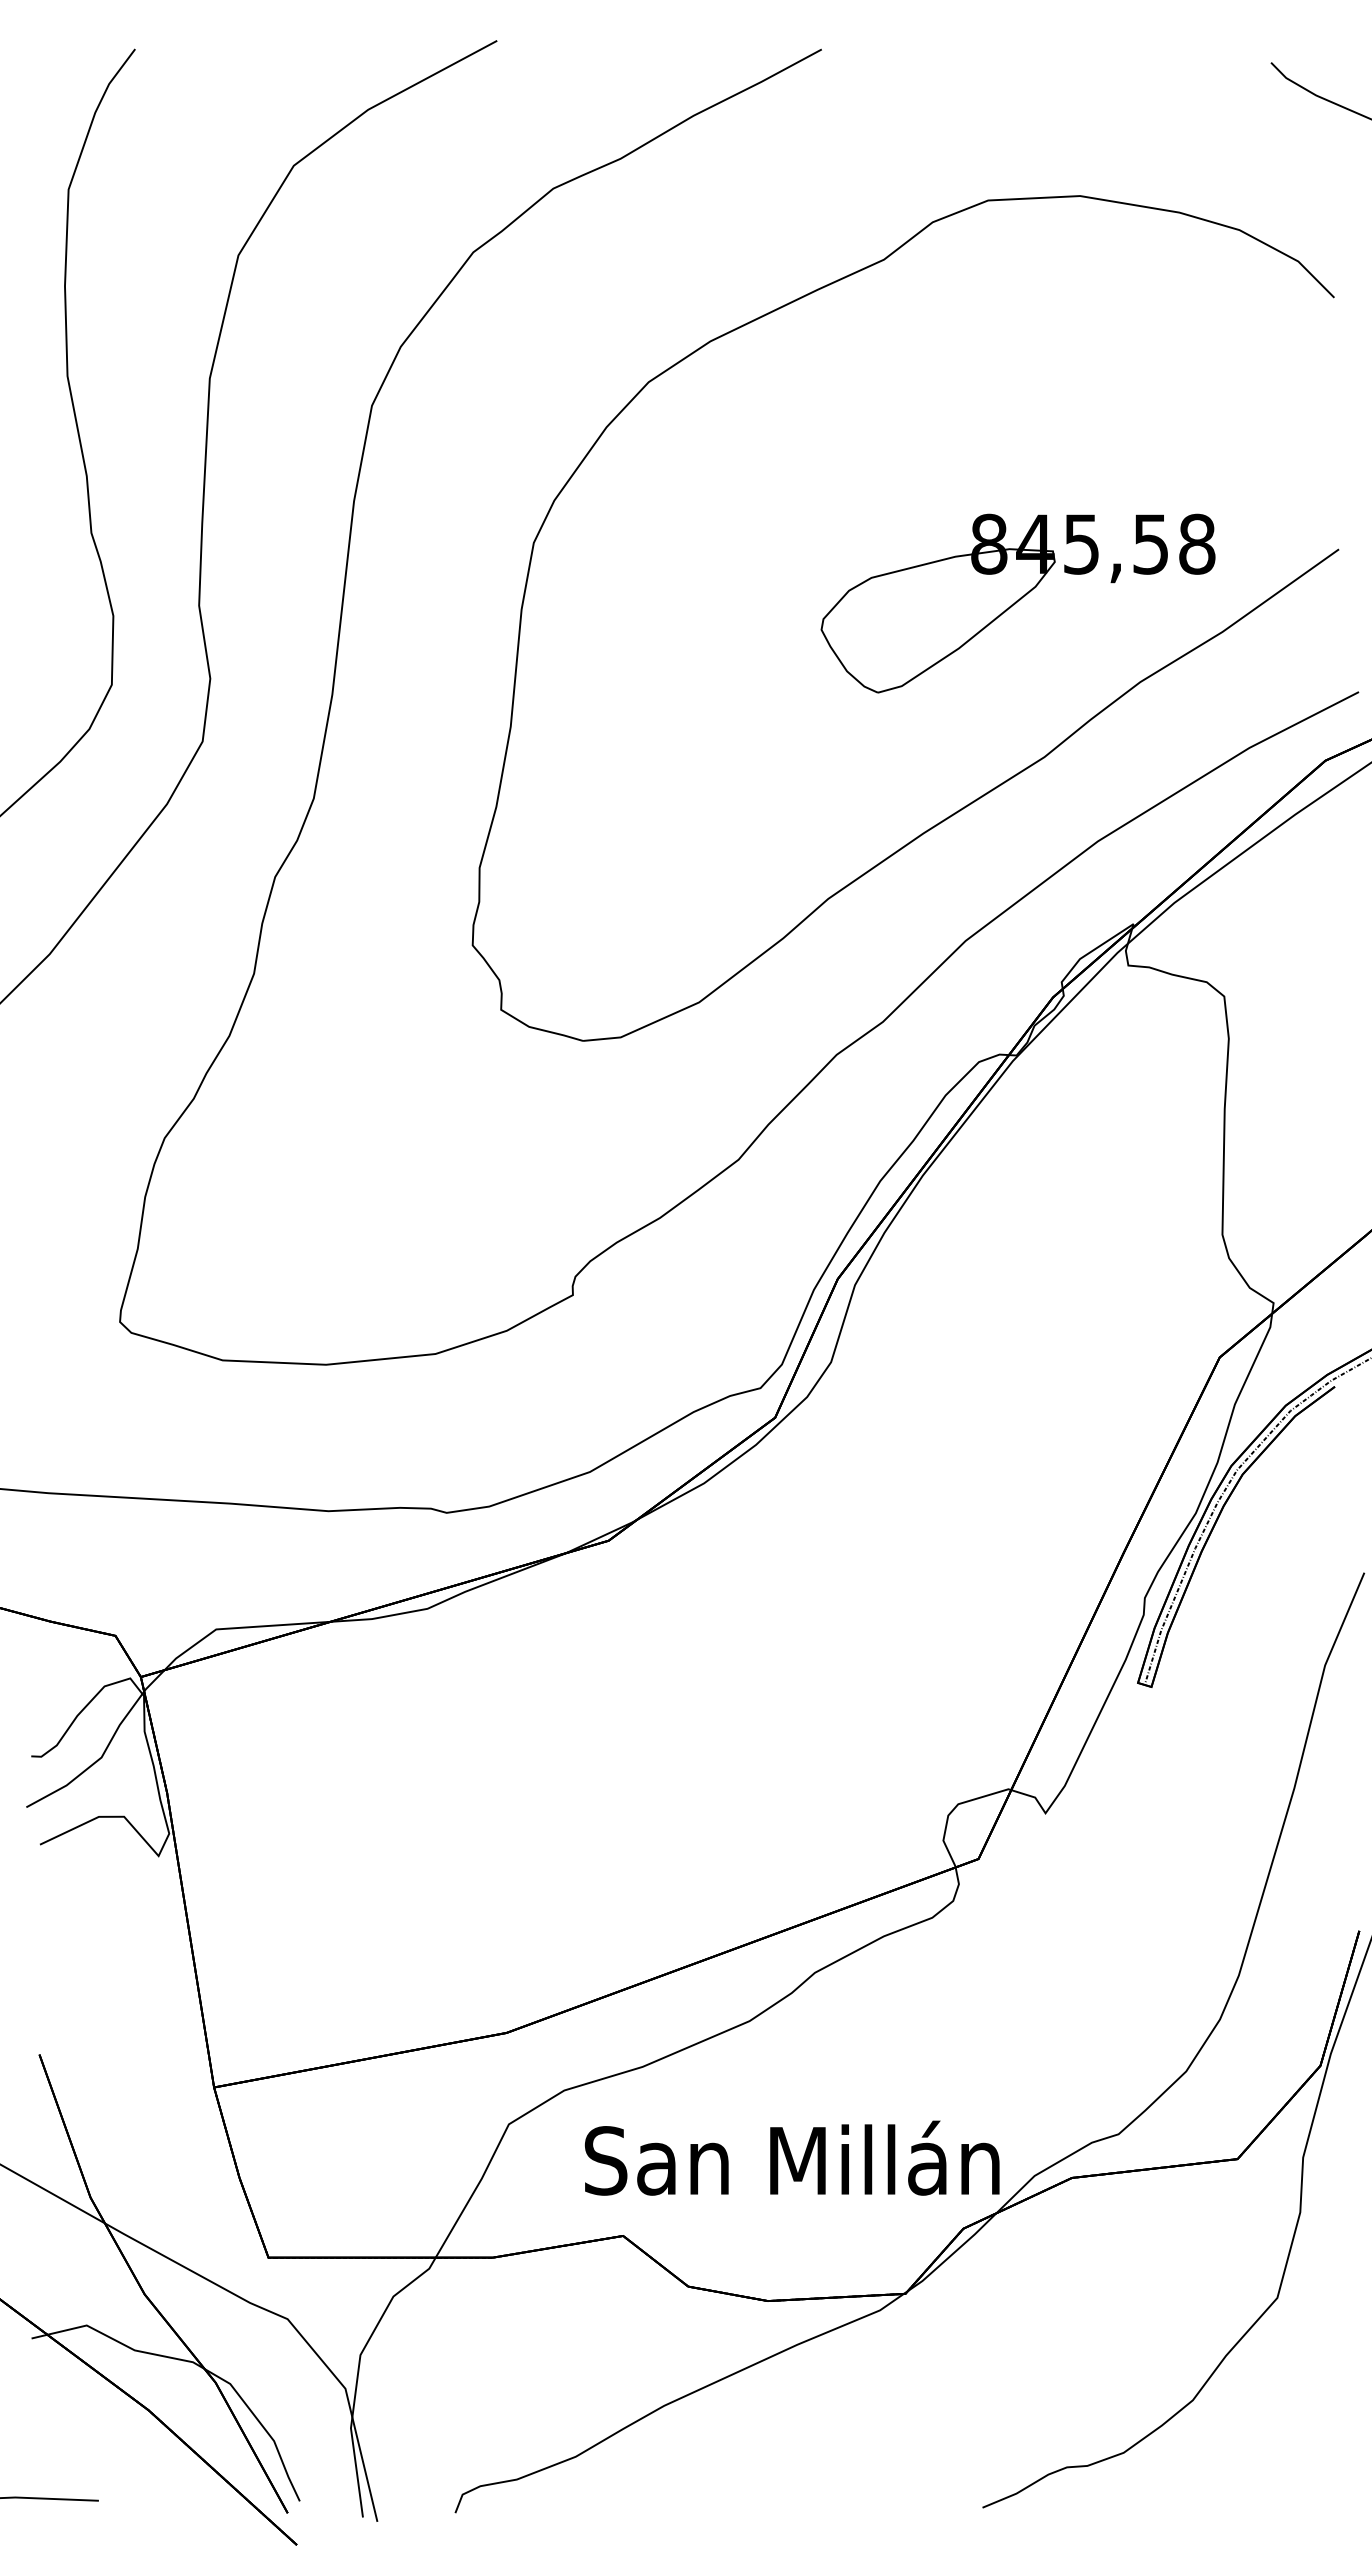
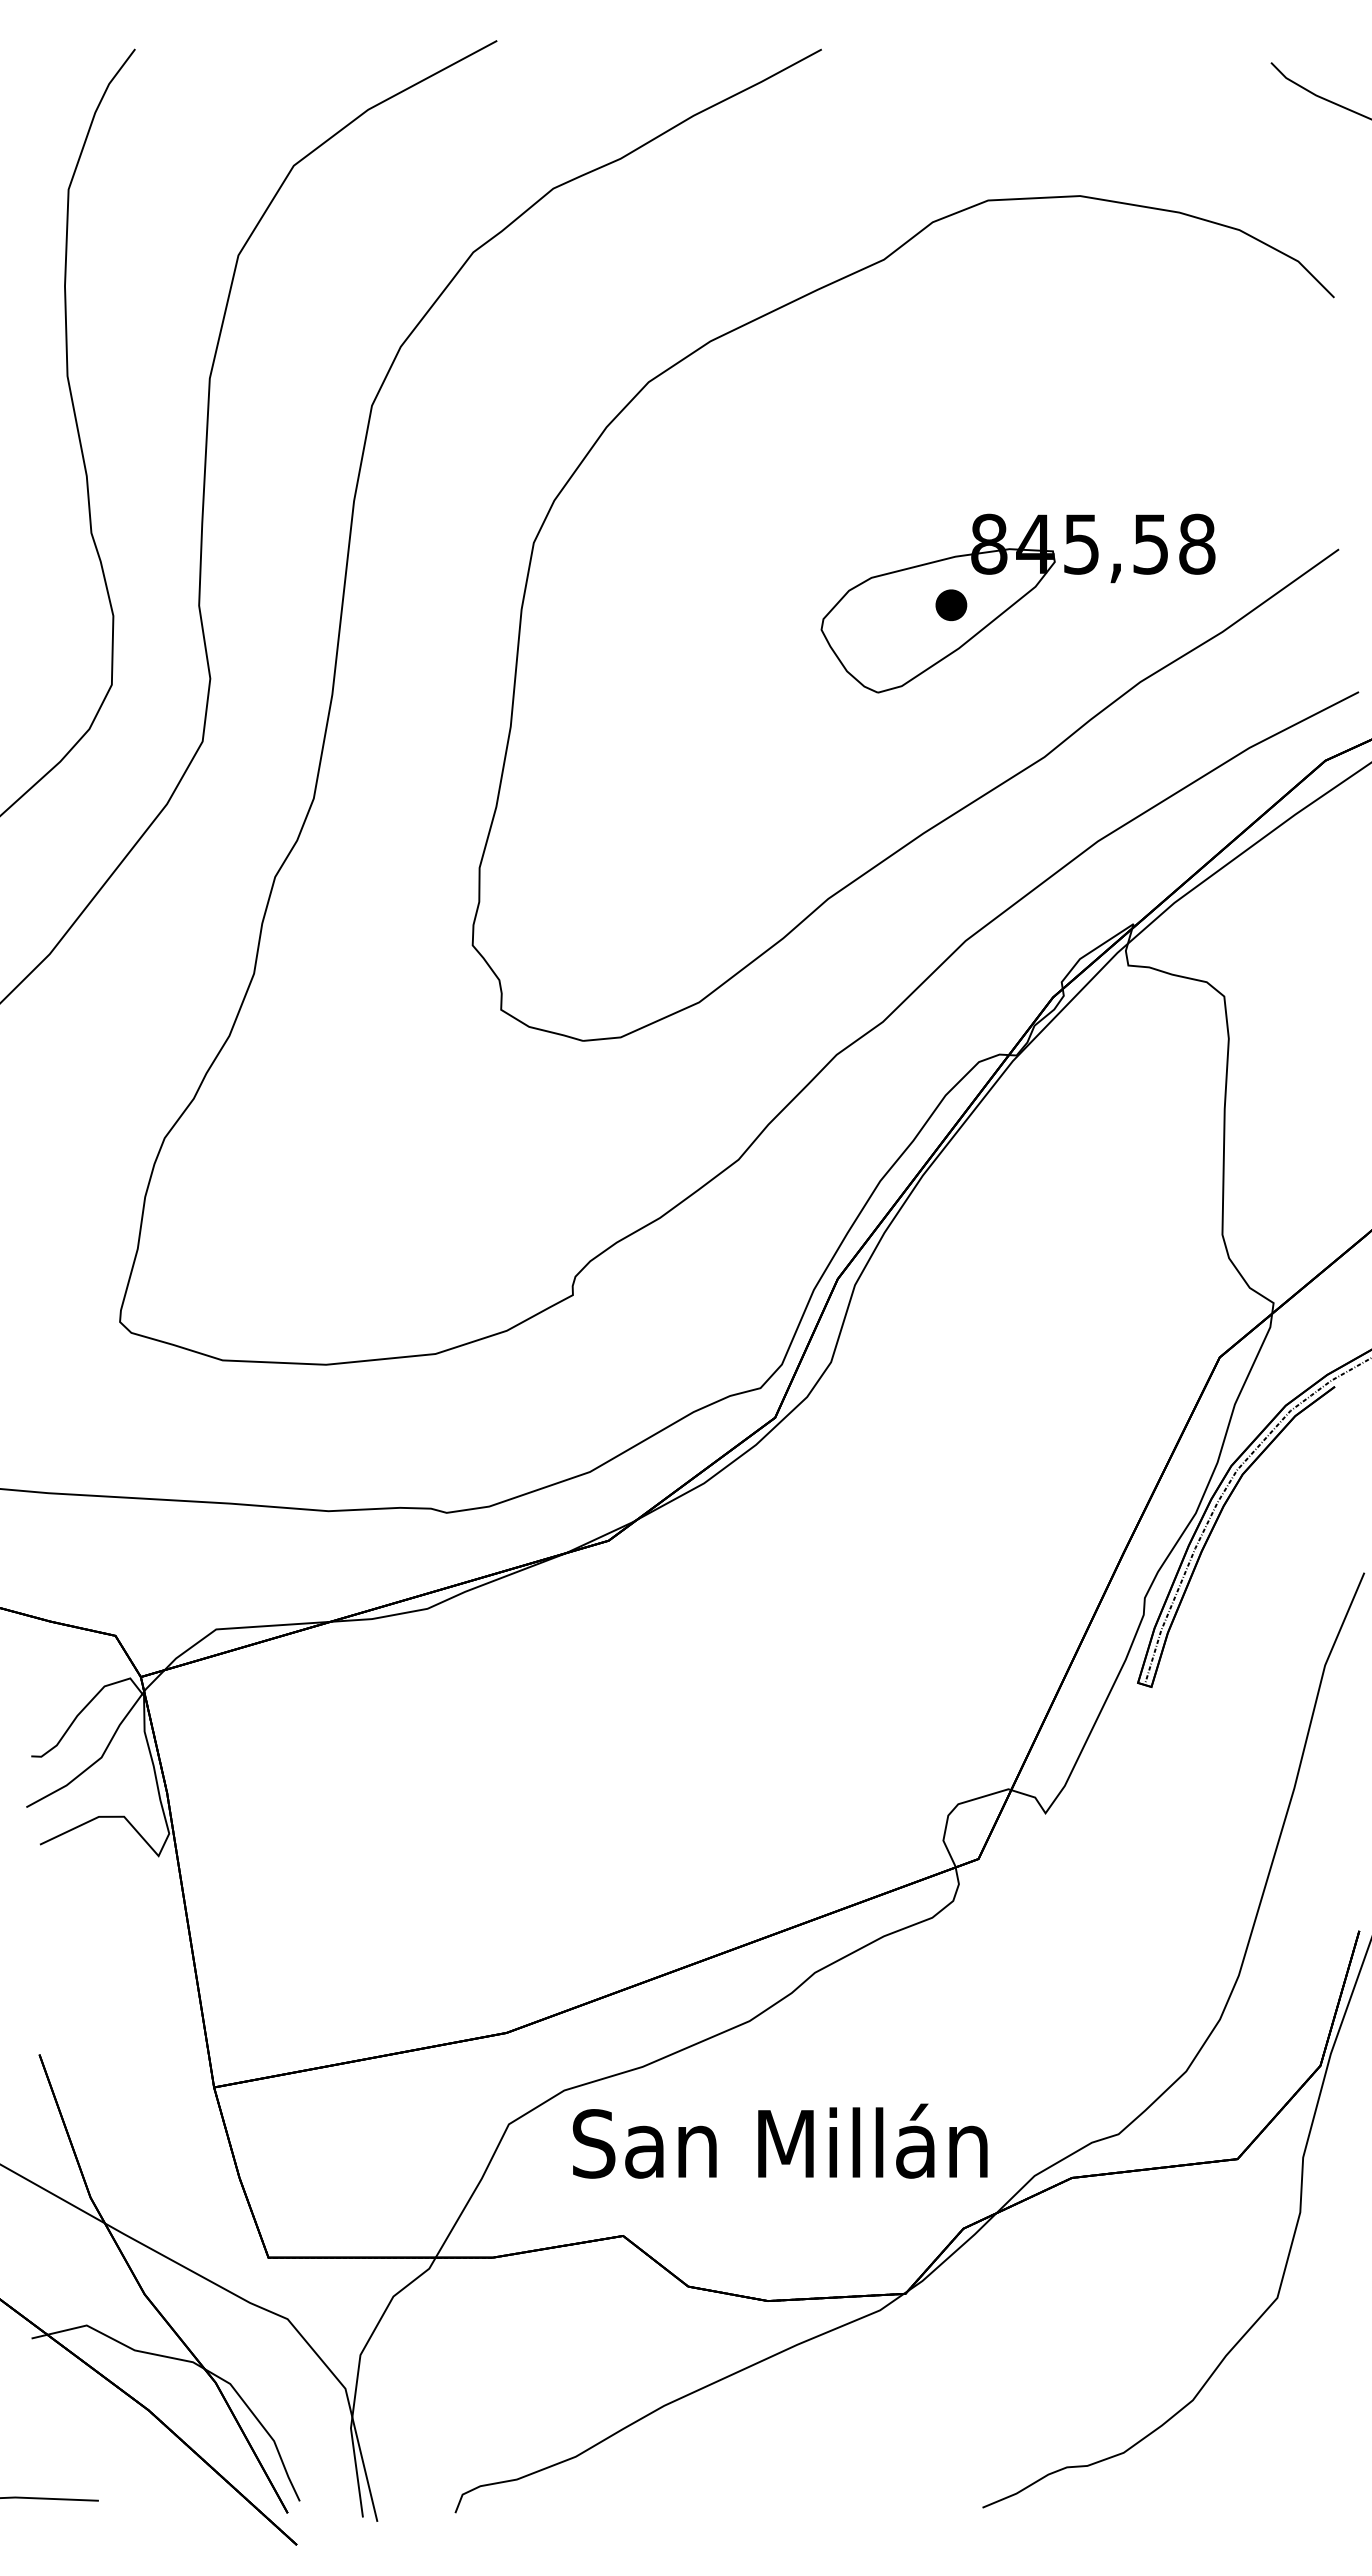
part at (951, 605): none -> present
text at (791, 2157) position: (791, 2157) -> (779, 2140)
